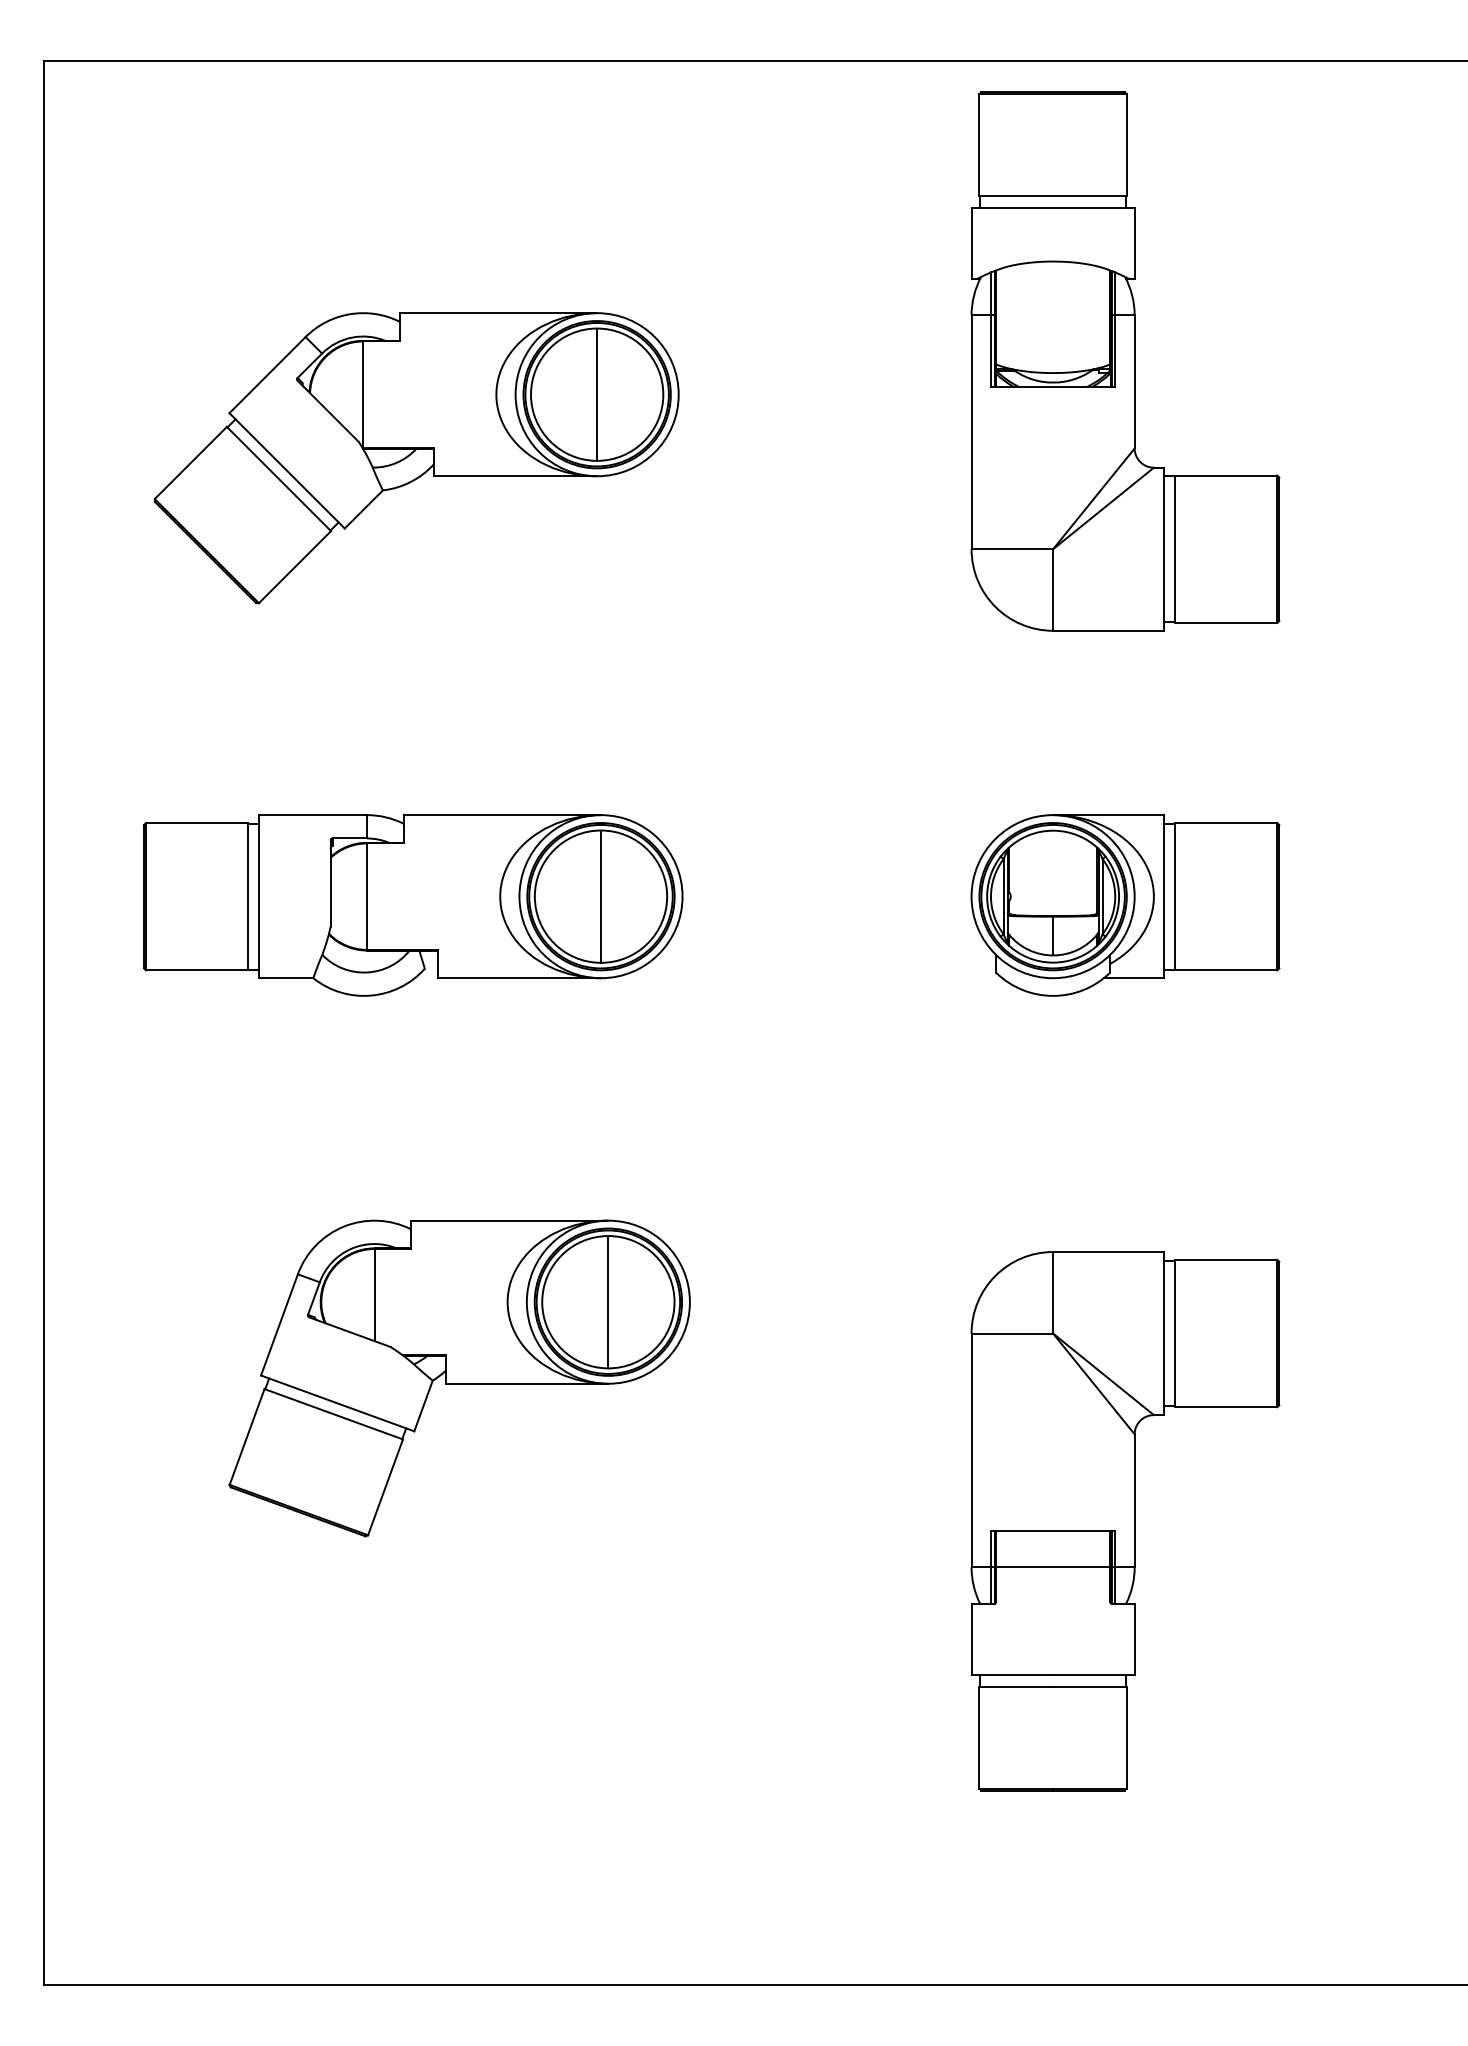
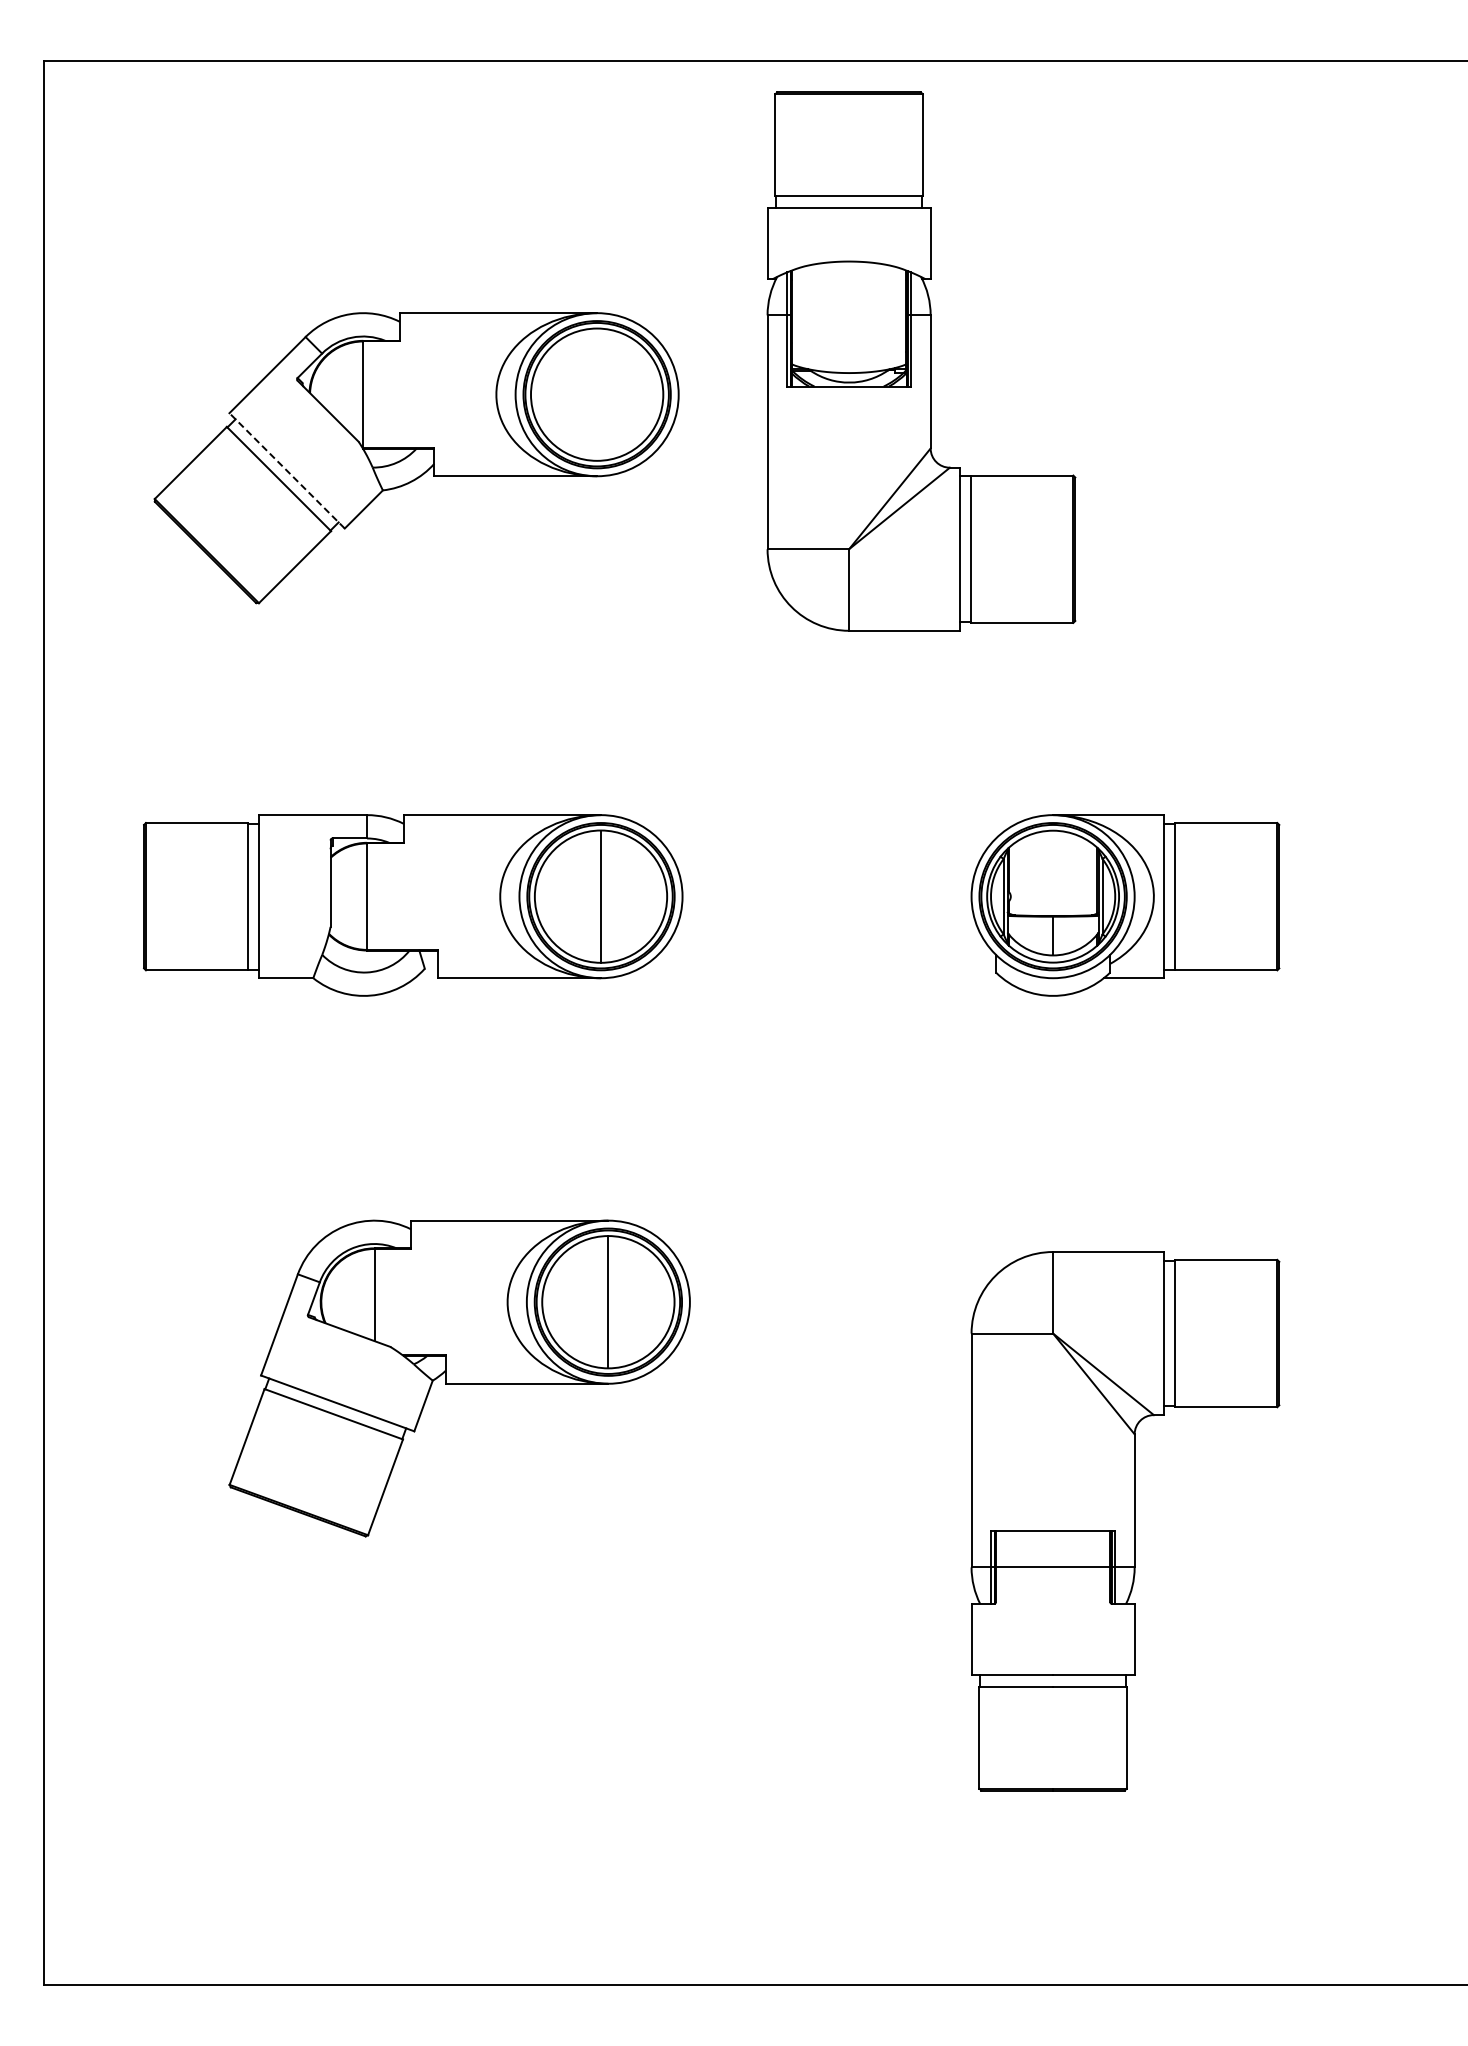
part at (1125, 361) position: (1125, 361) -> (921, 361)
line at (597, 394): present -> none
line at (287, 470): solid -> dashed
